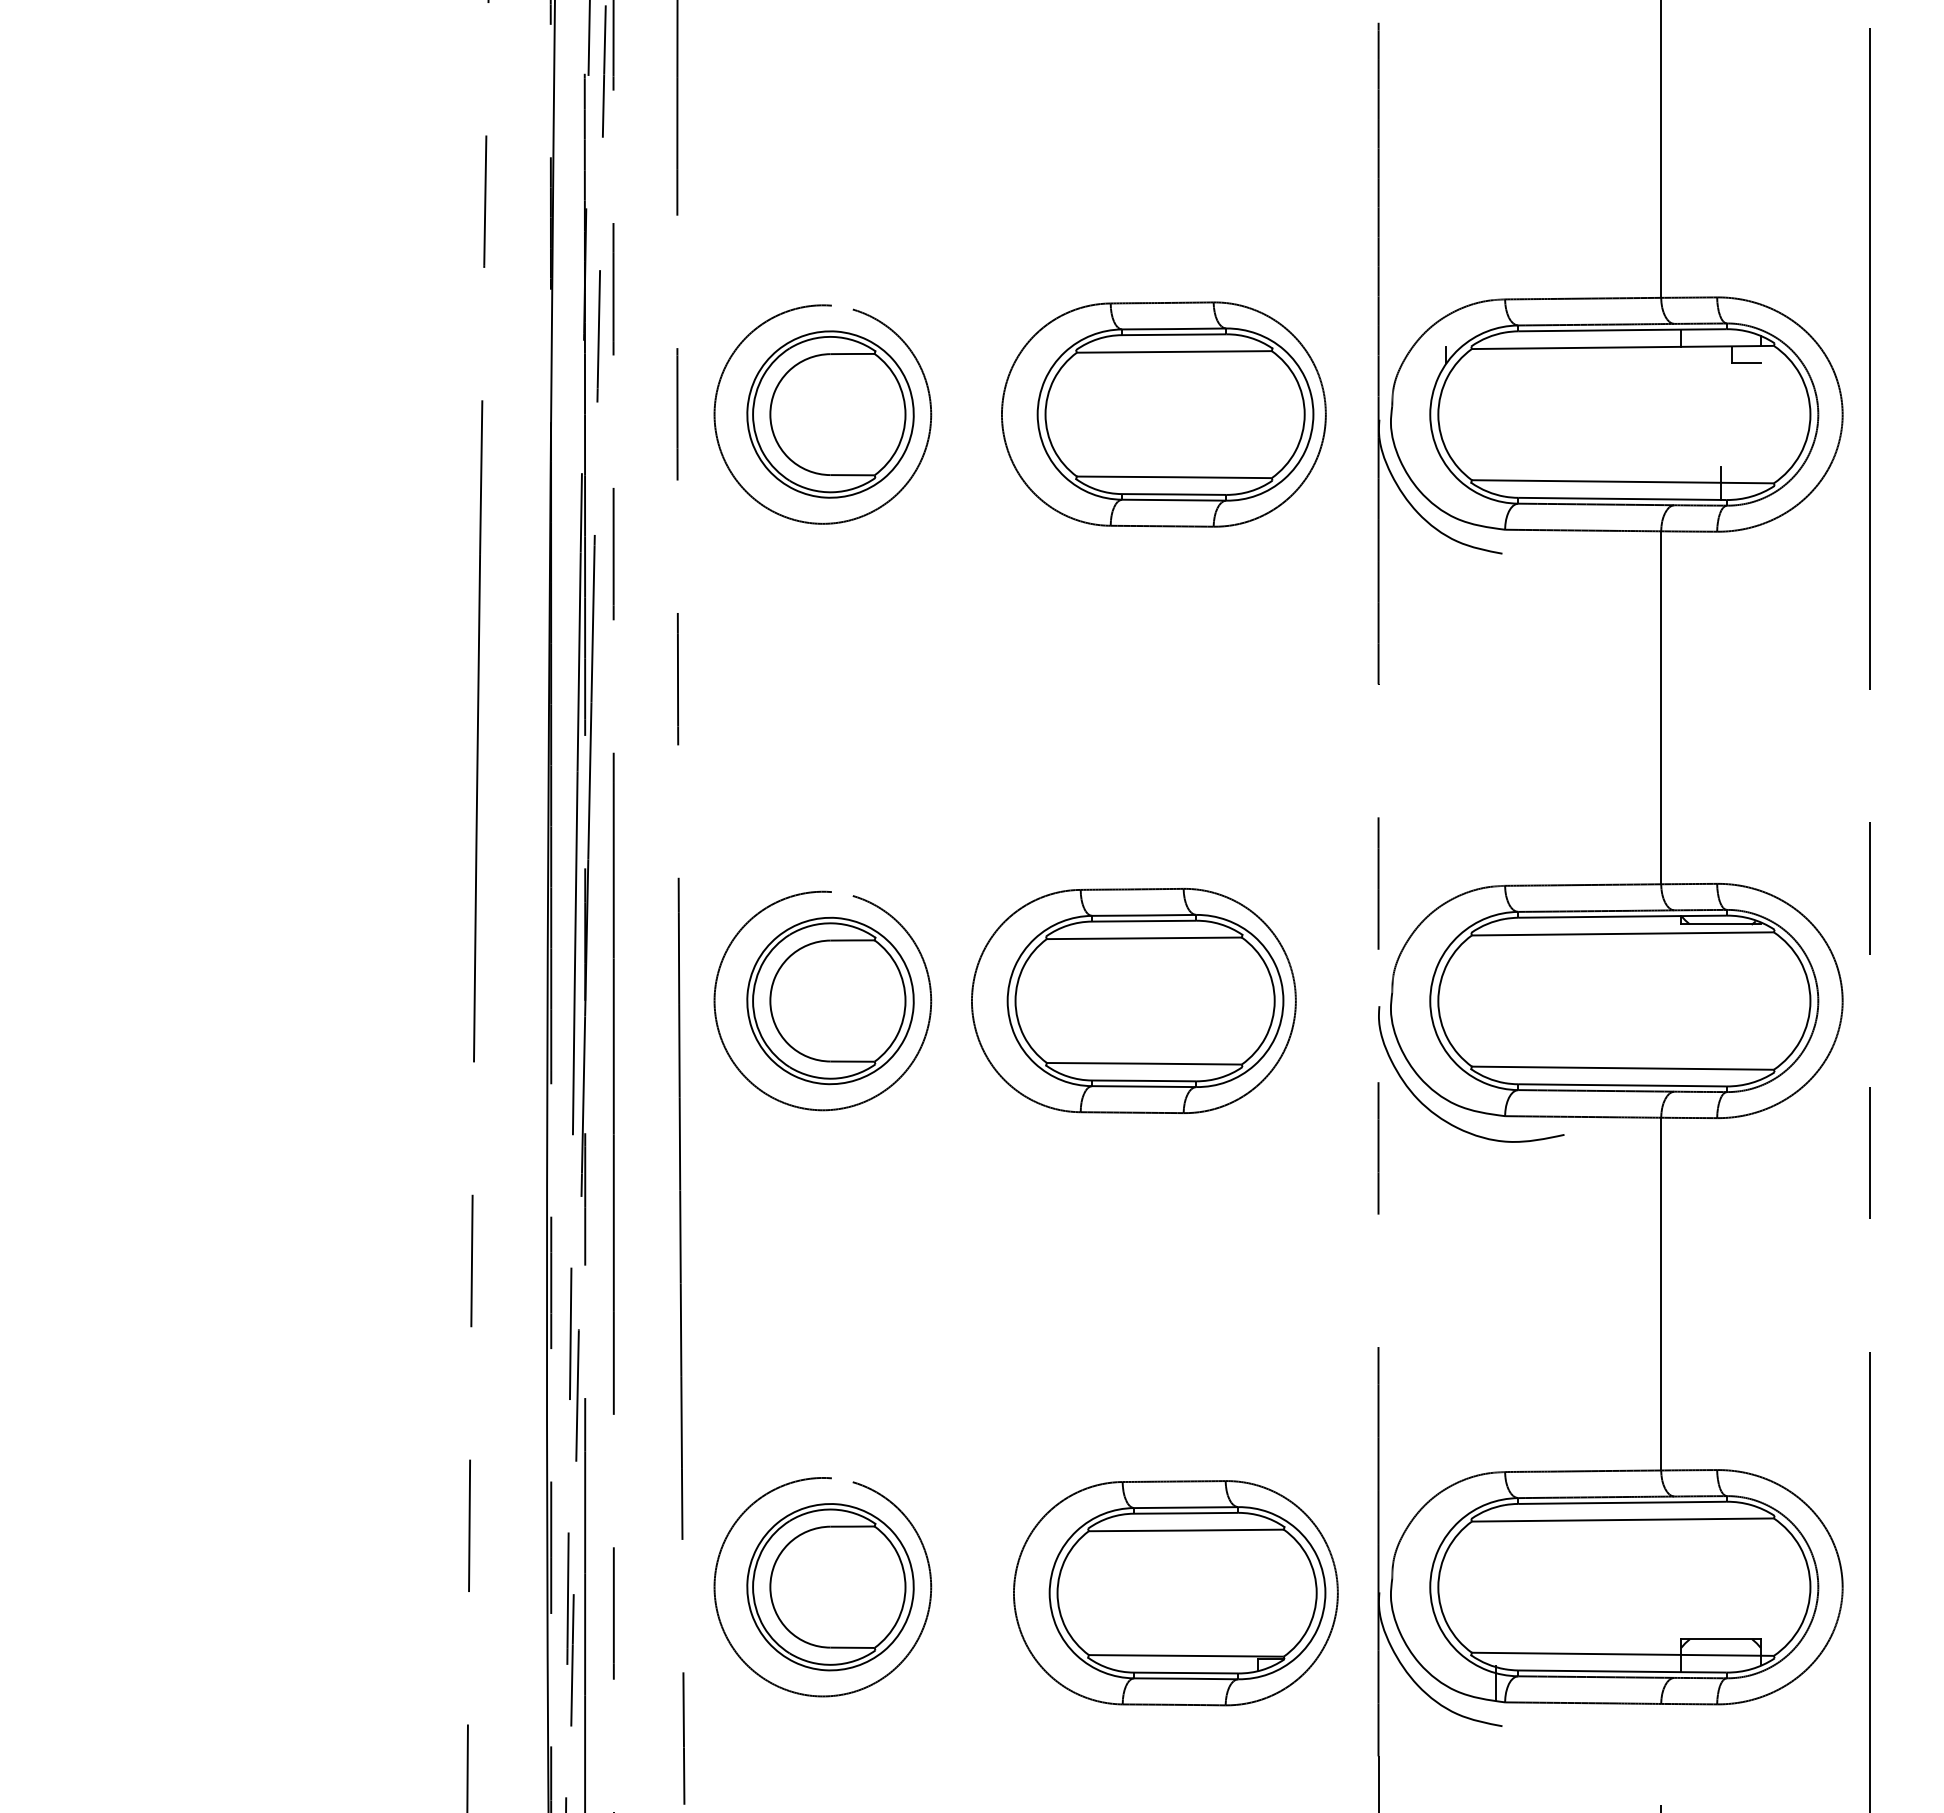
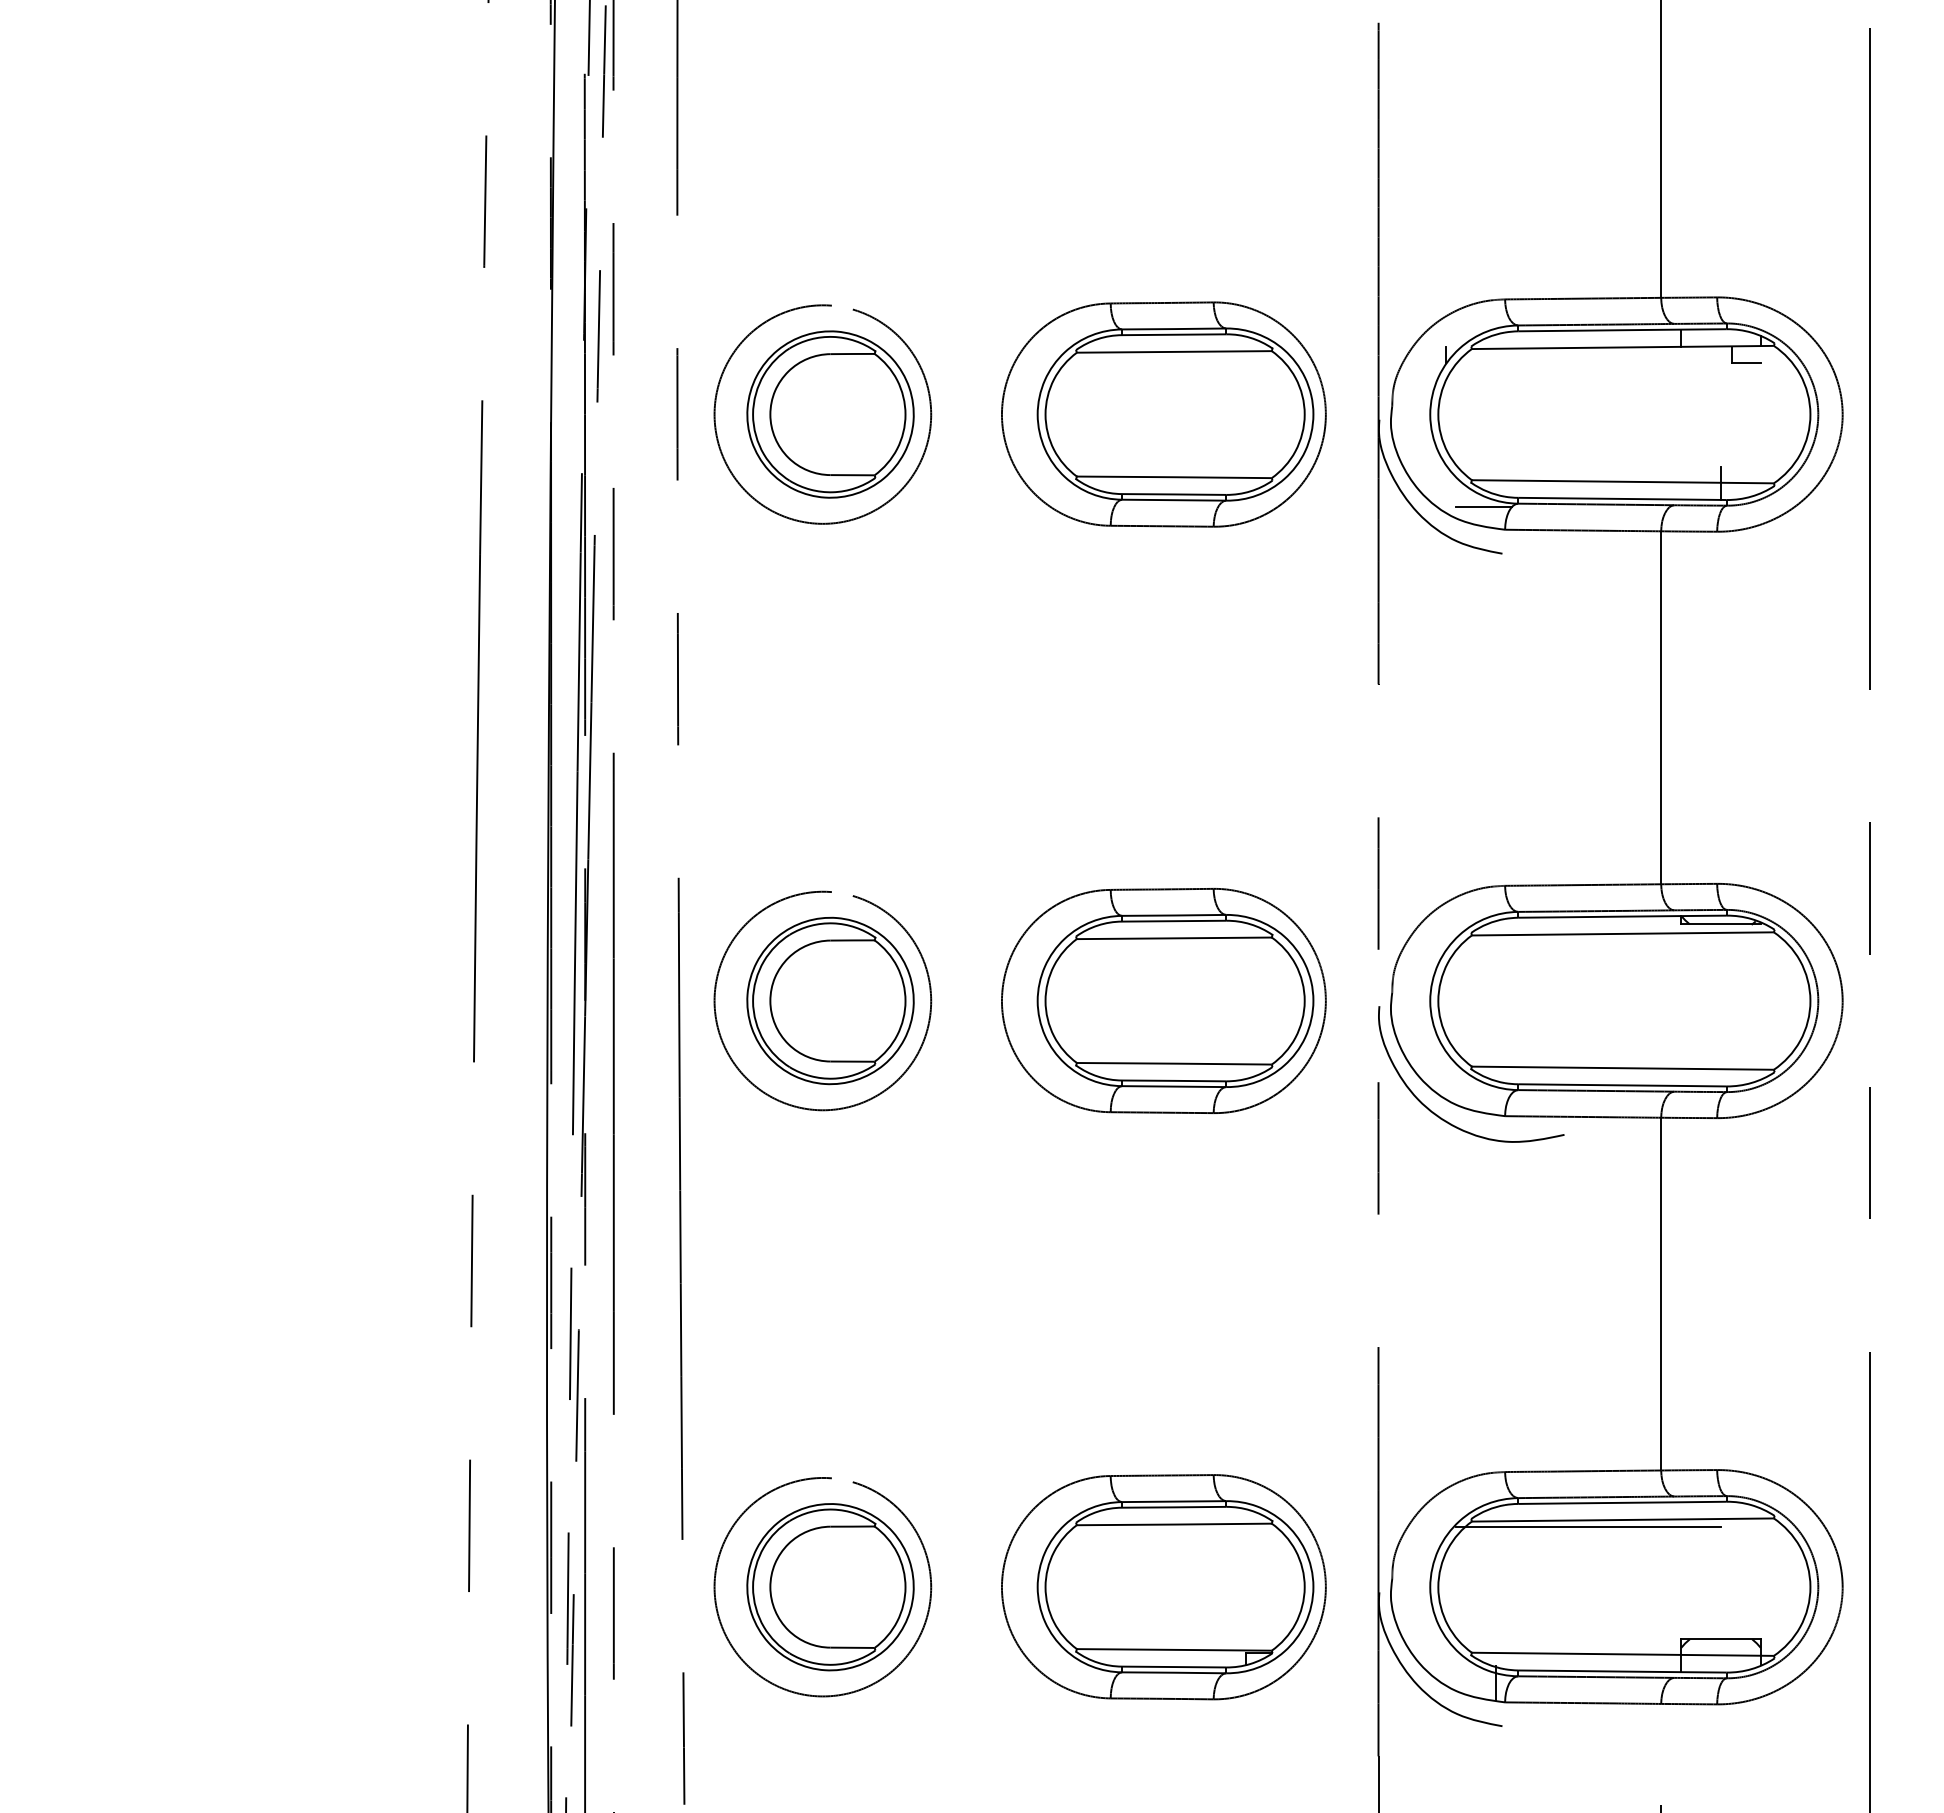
line at (1483, 507): none -> present
part at (1133, 1000) position: (1133, 1000) -> (1163, 1000)
line at (1588, 1526): none -> present
part at (1175, 1593) position: (1175, 1593) -> (1163, 1587)
